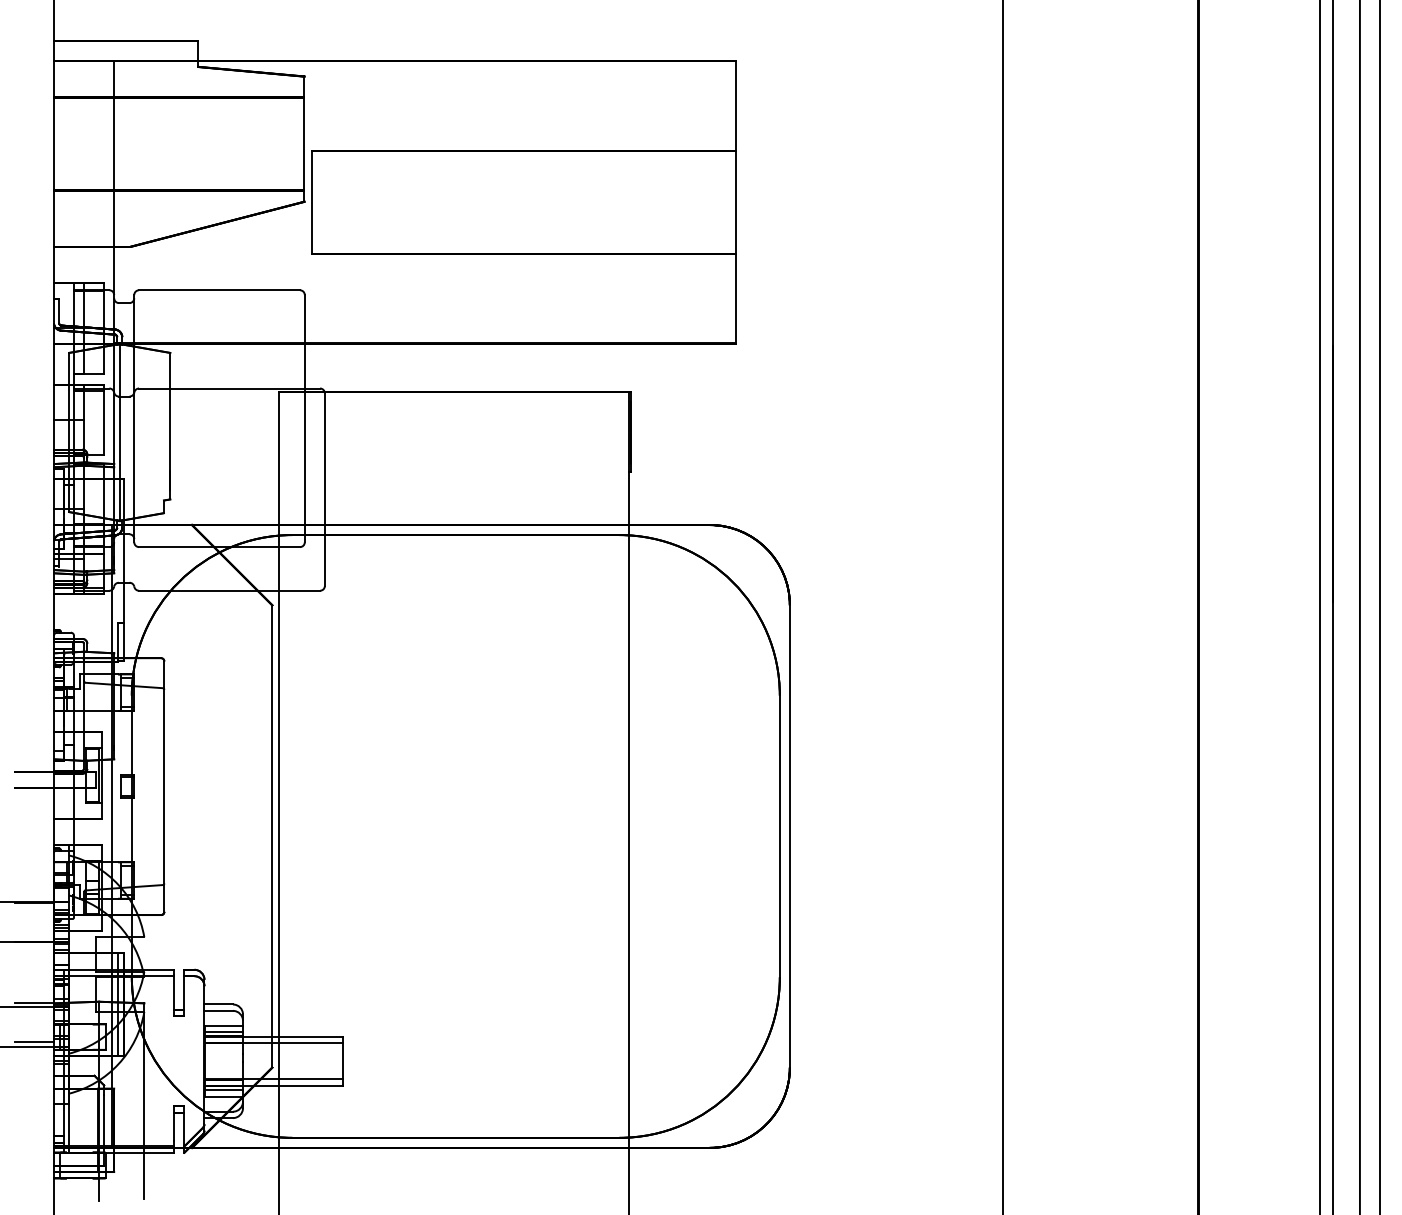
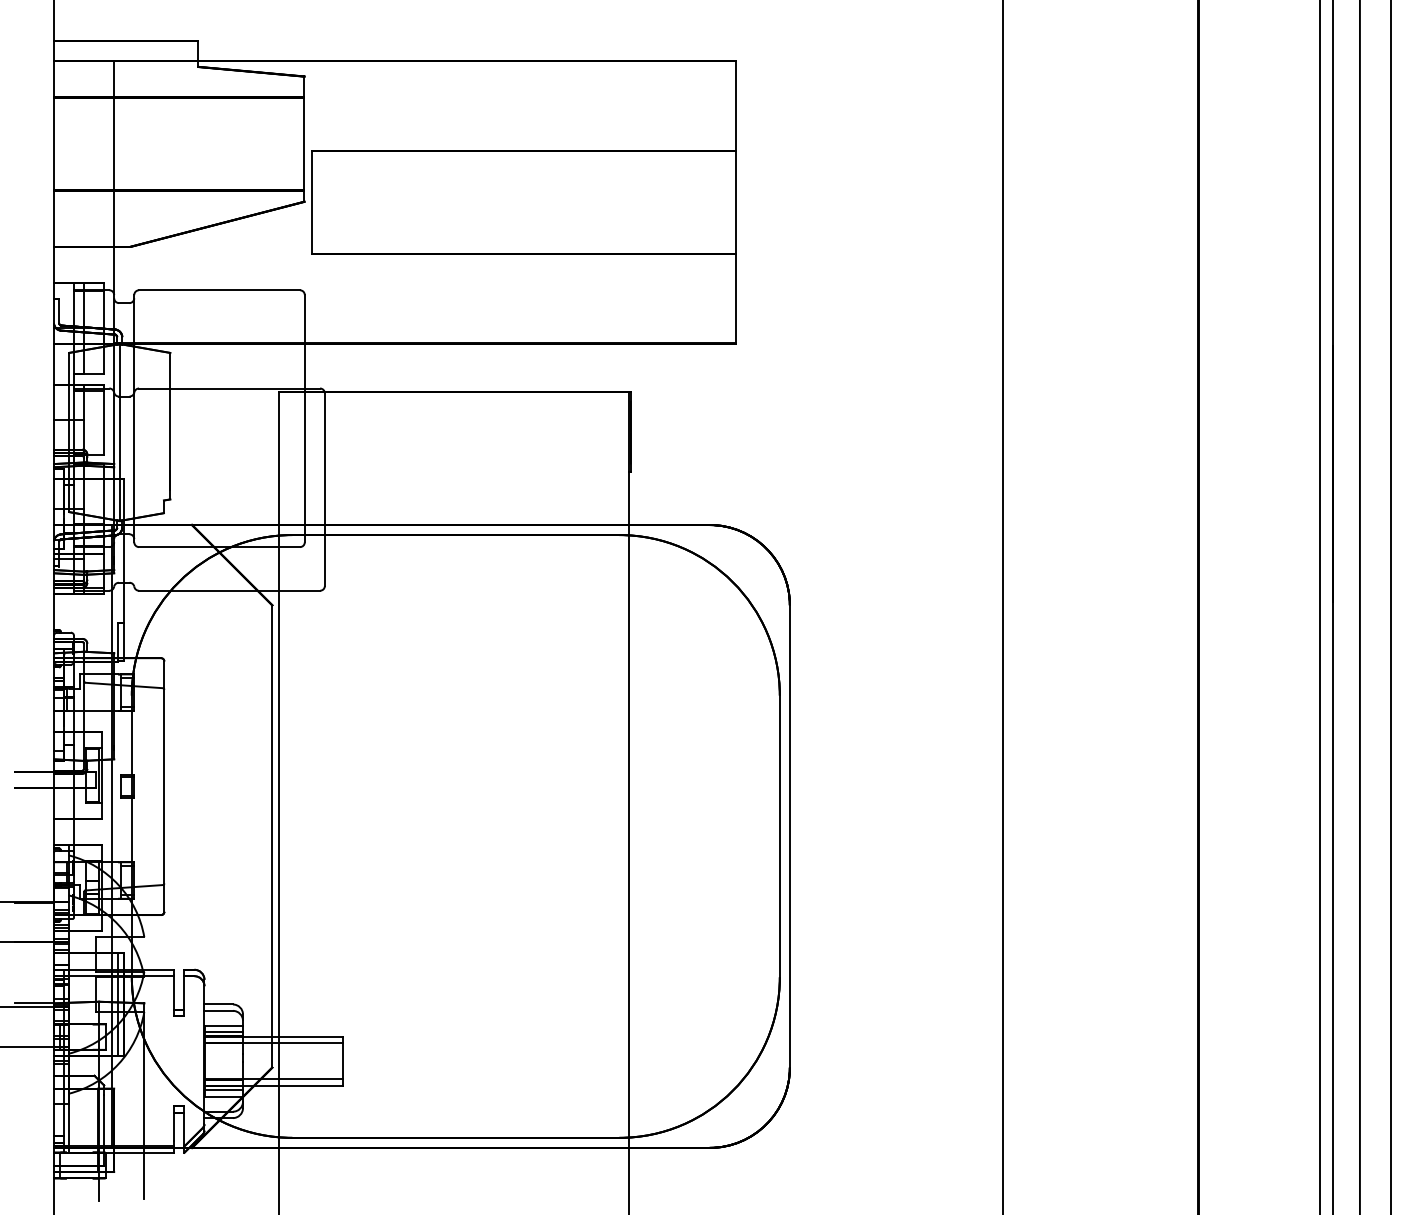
line at (1380, 606) position: (1380, 606) -> (1391, 606)
line at (34, 1042): present -> none
